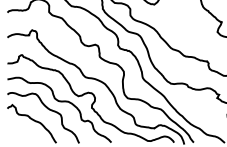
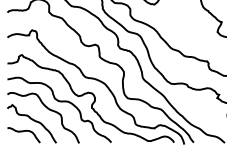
curve at (23, 132): none -> present
